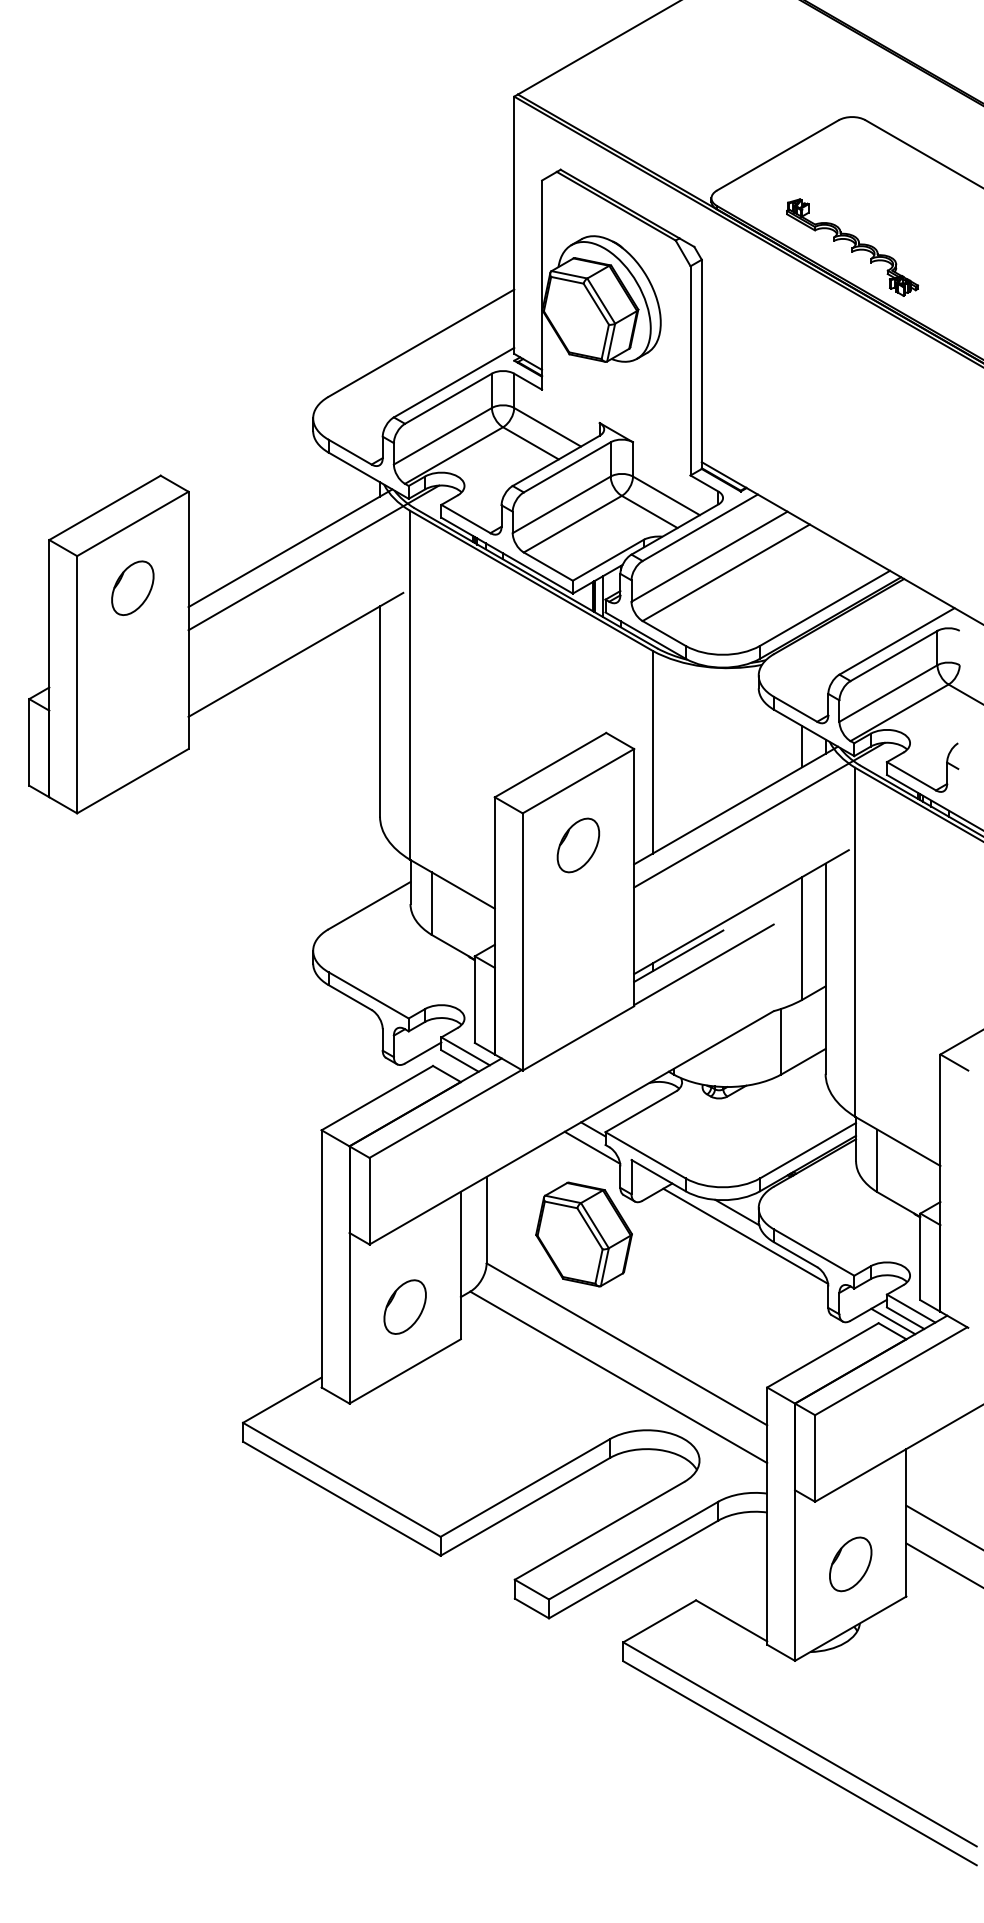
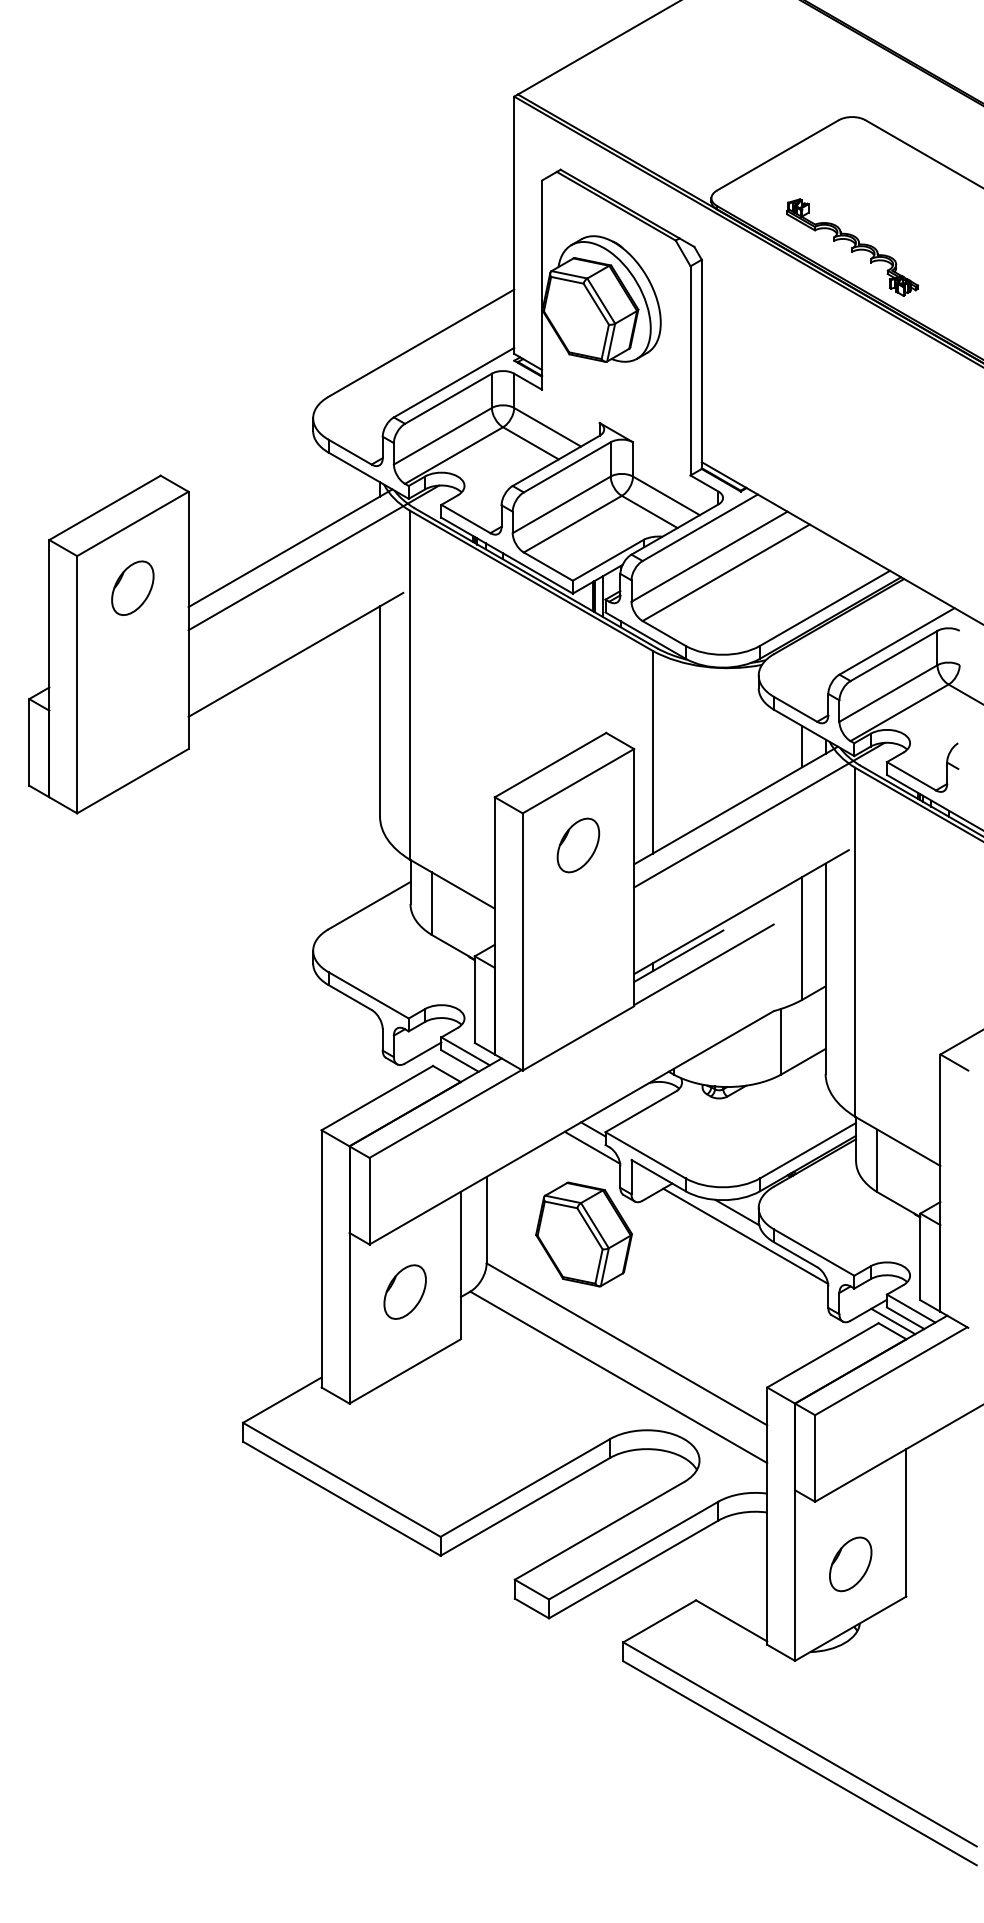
part at (404, 1306) position: (404, 1306) -> (404, 1291)
line at (943, 1526): present -> none
line at (943, 1564): present -> none
